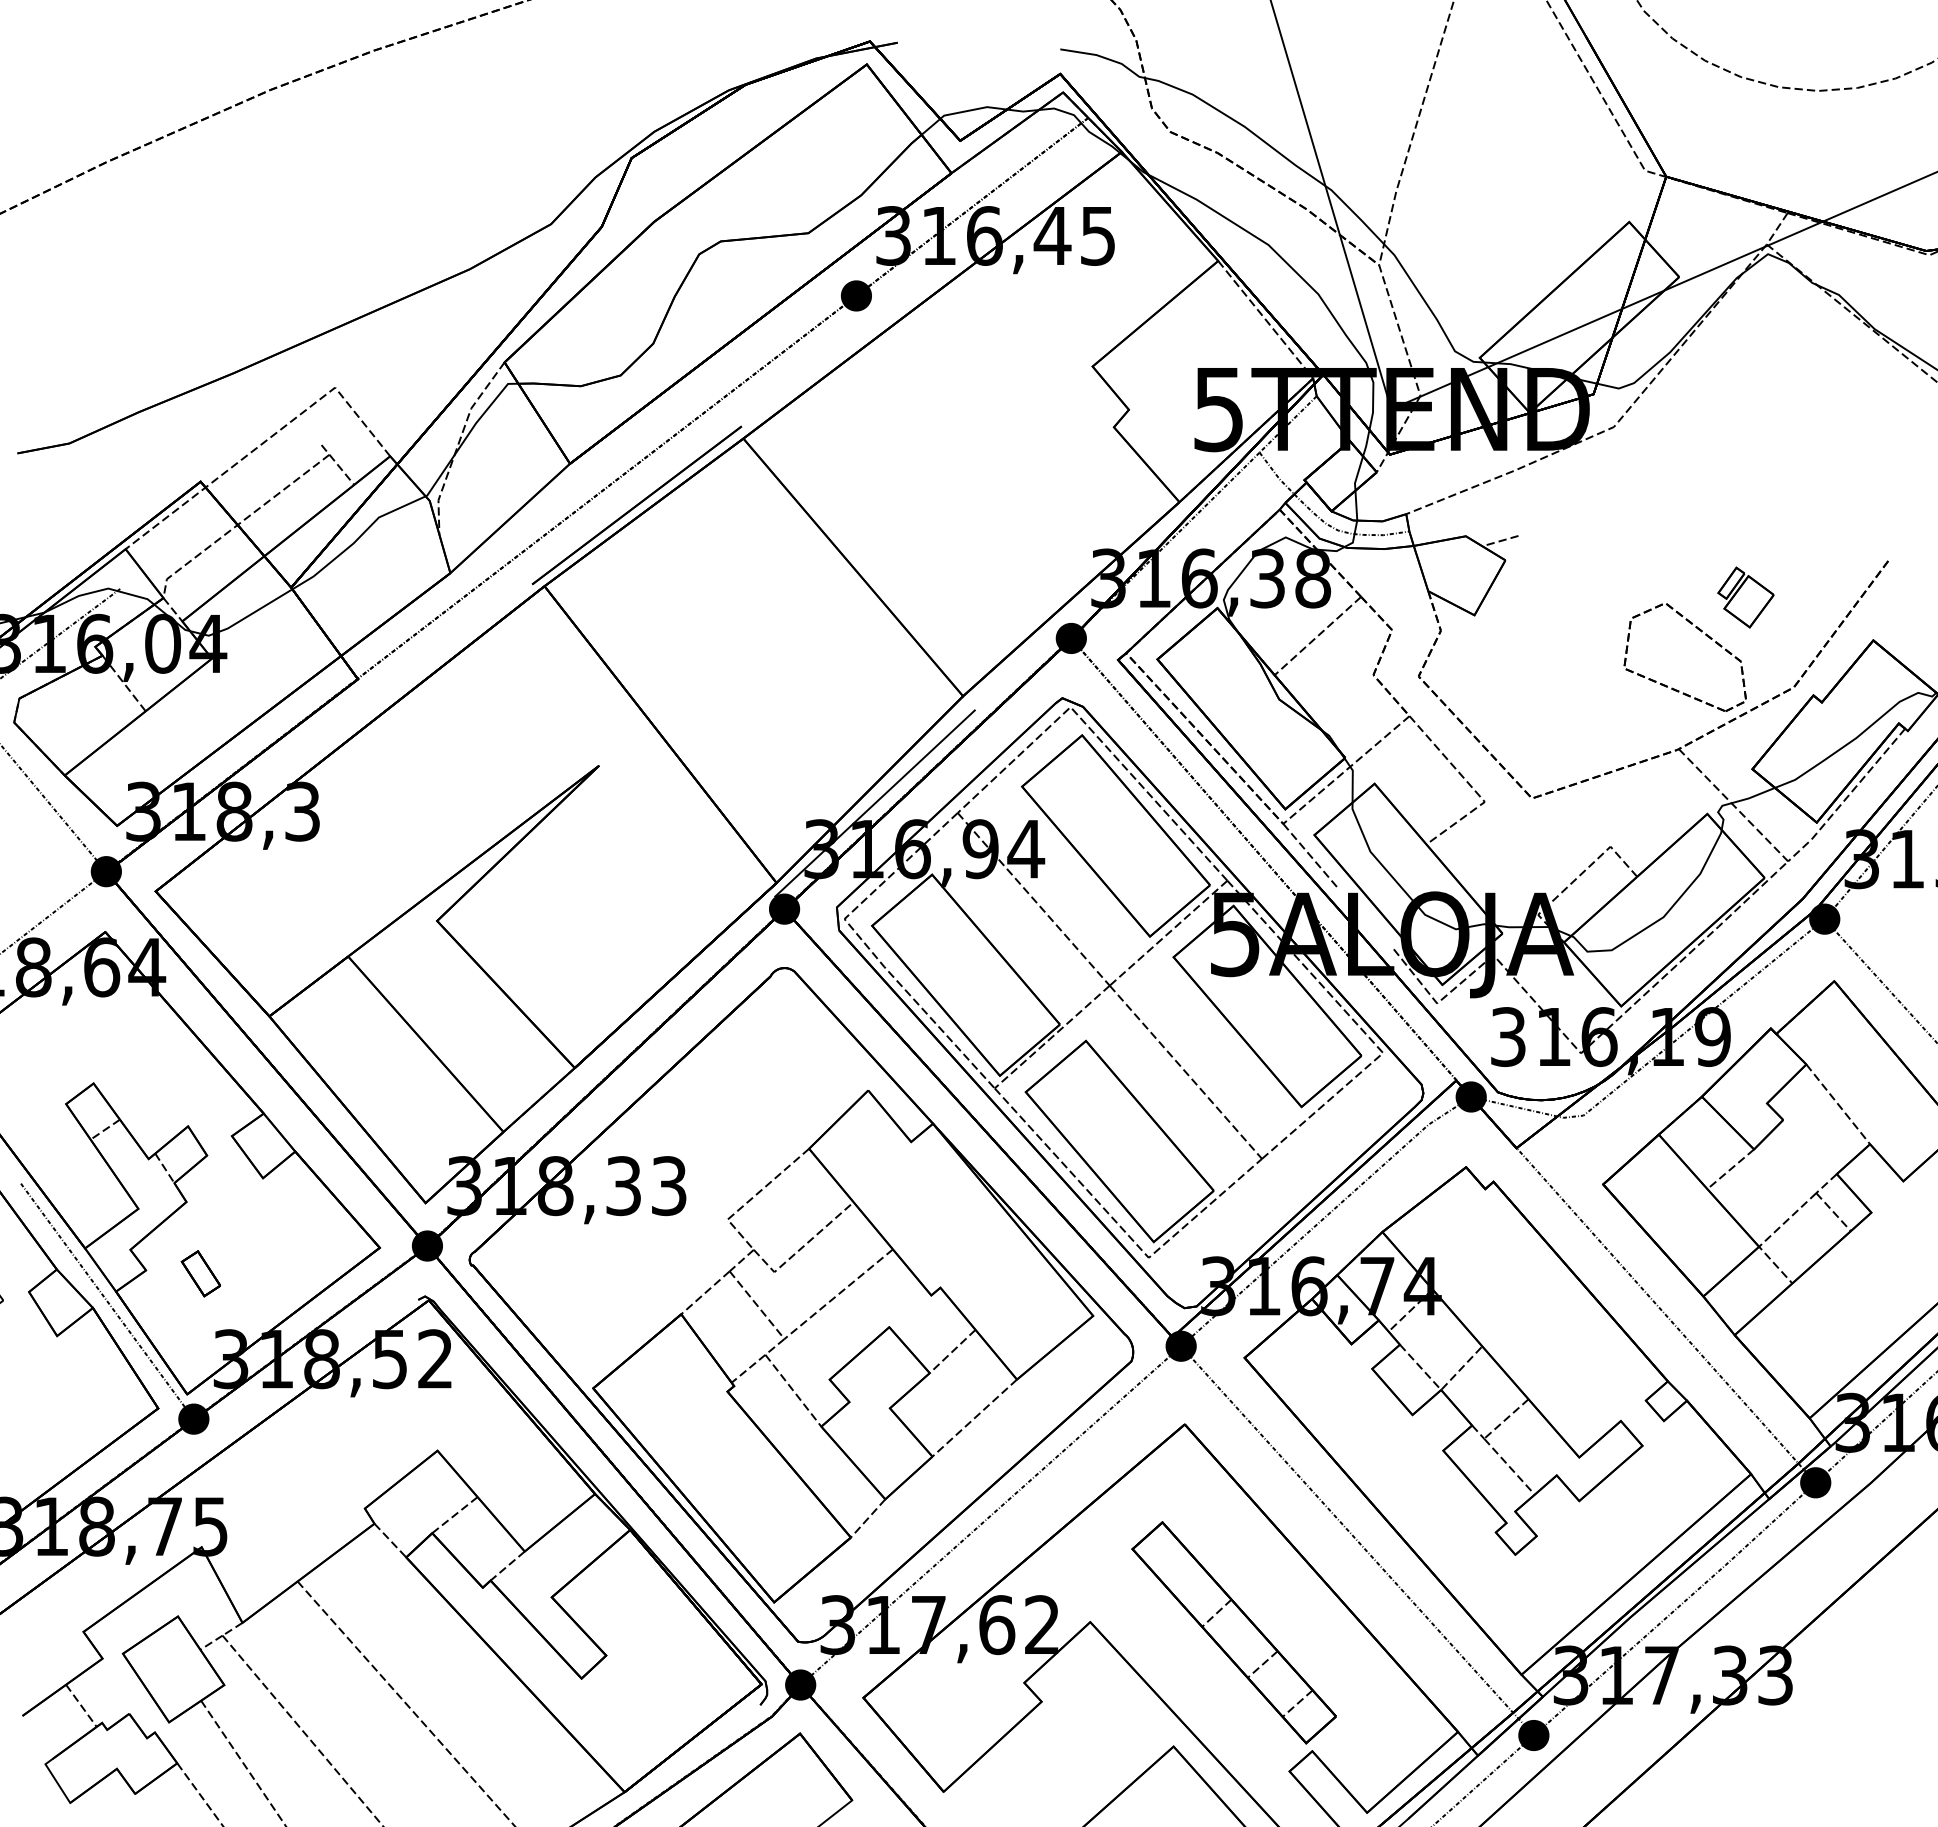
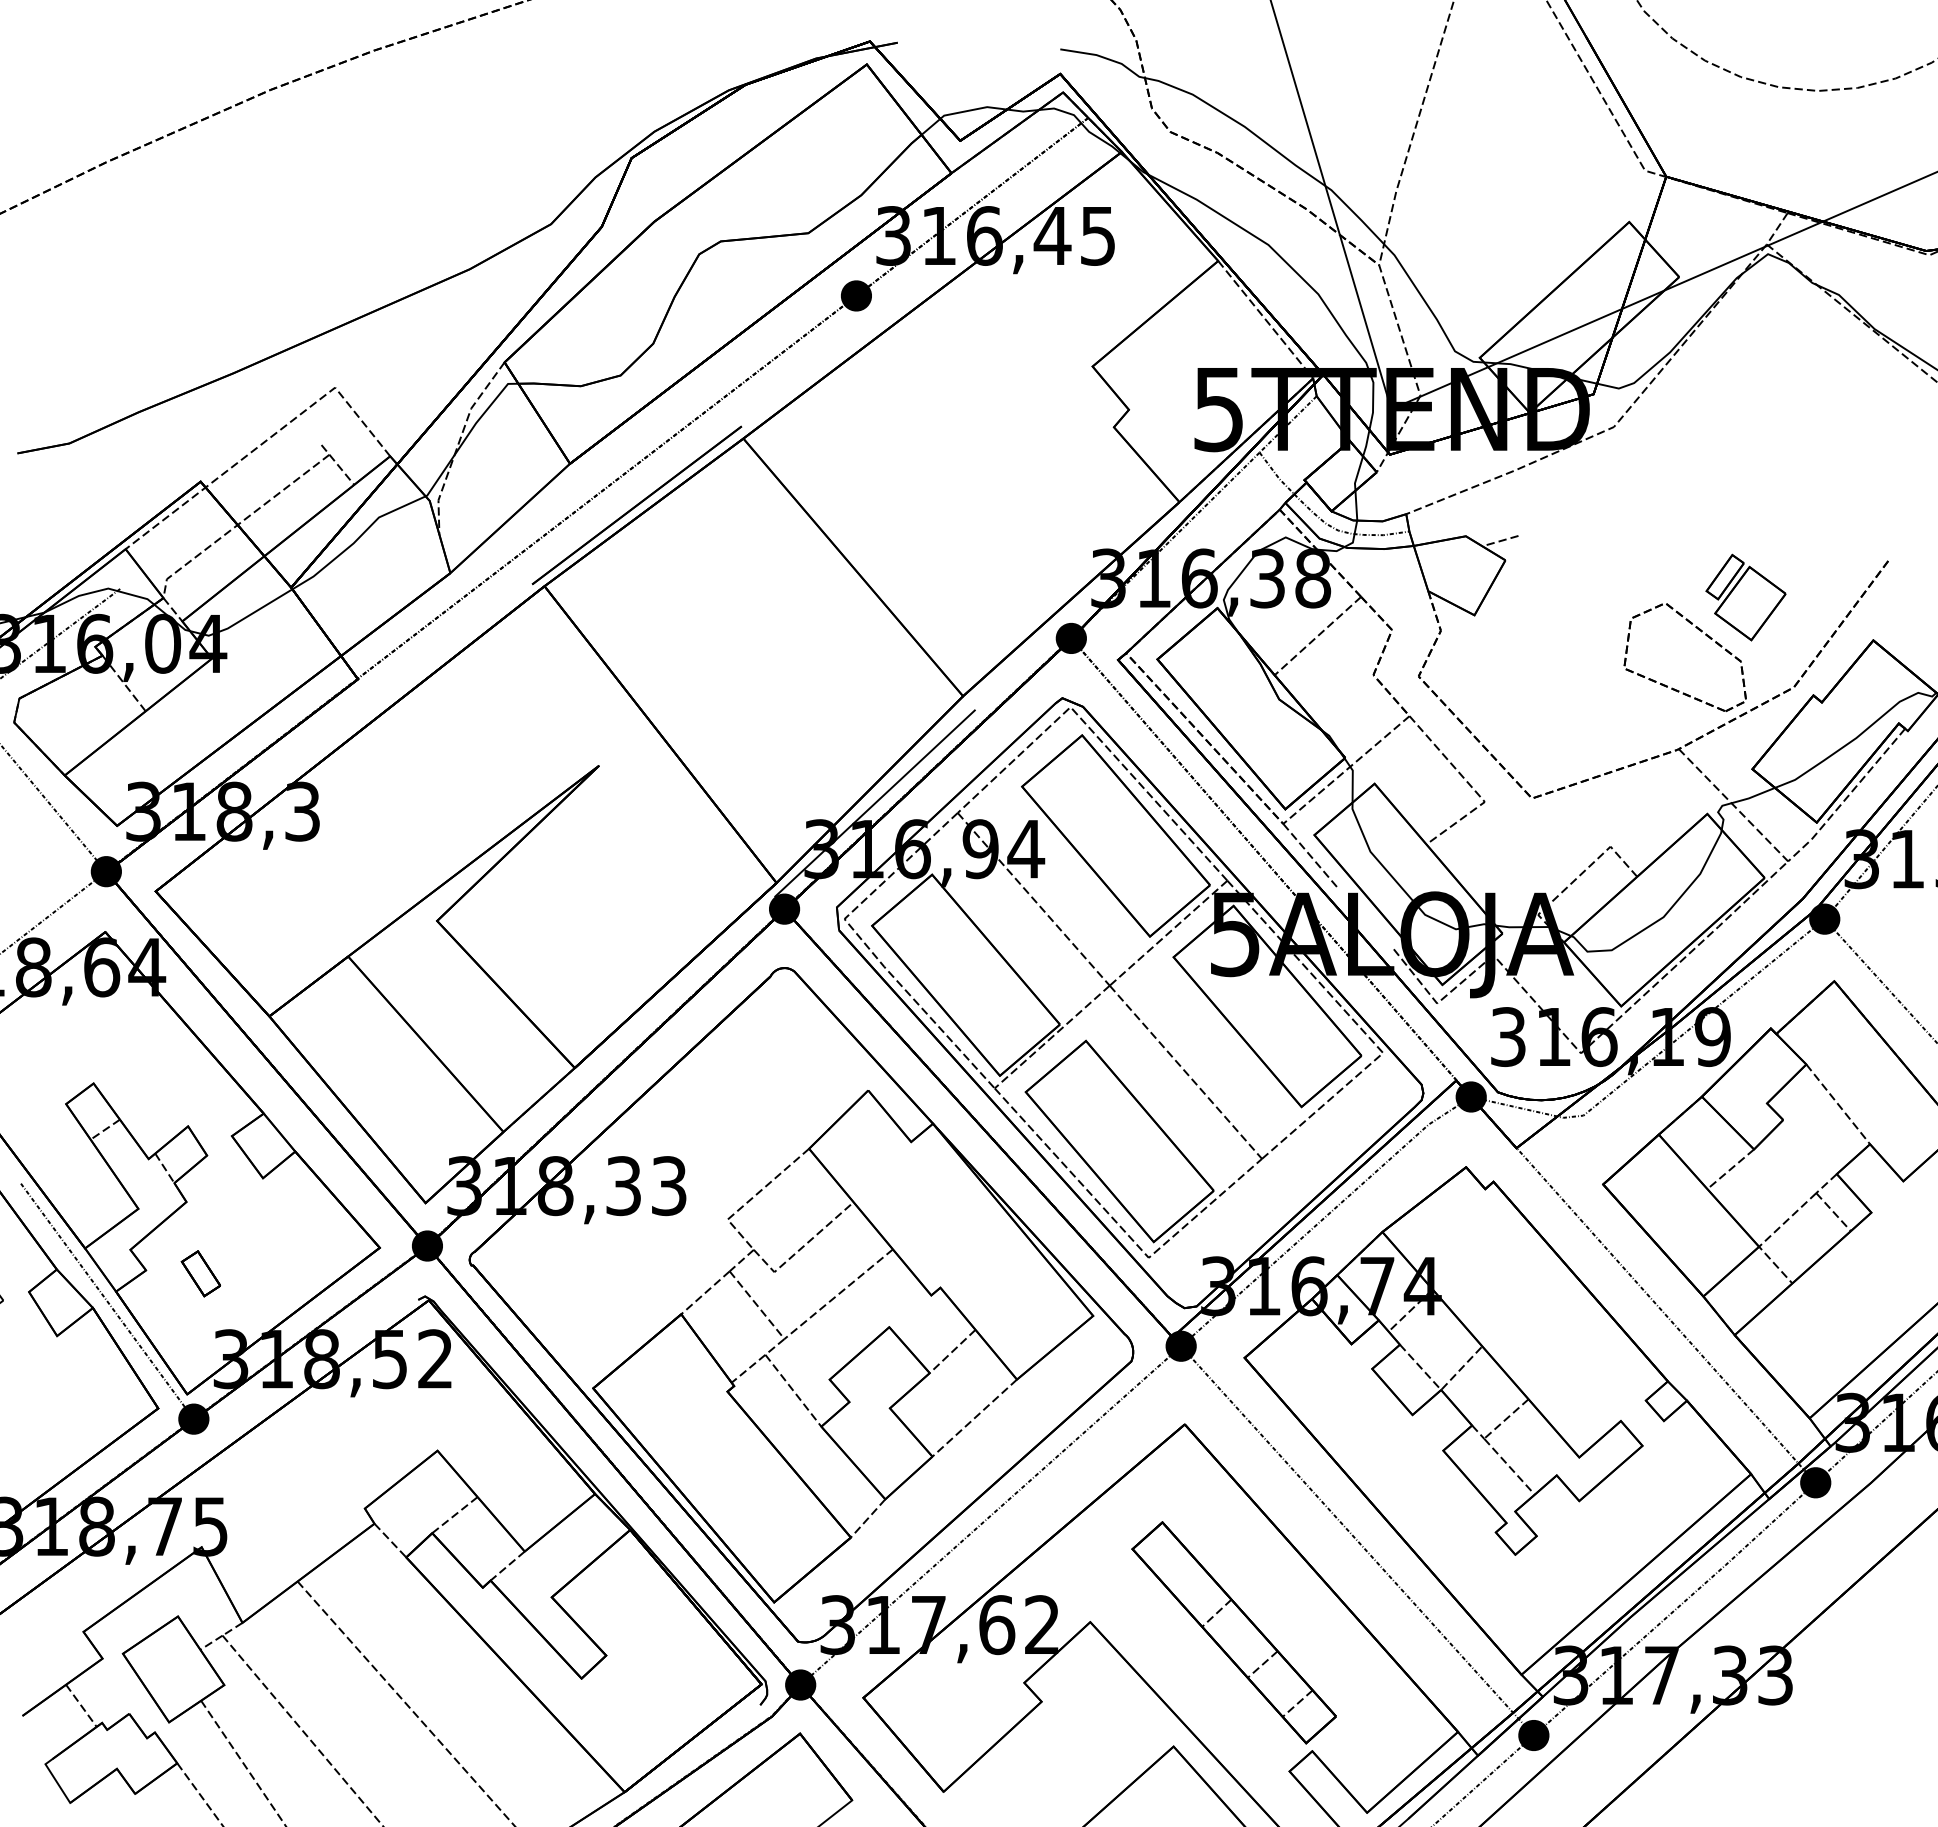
part at (1745, 597) size: 58x63 px -> 82x89 px
